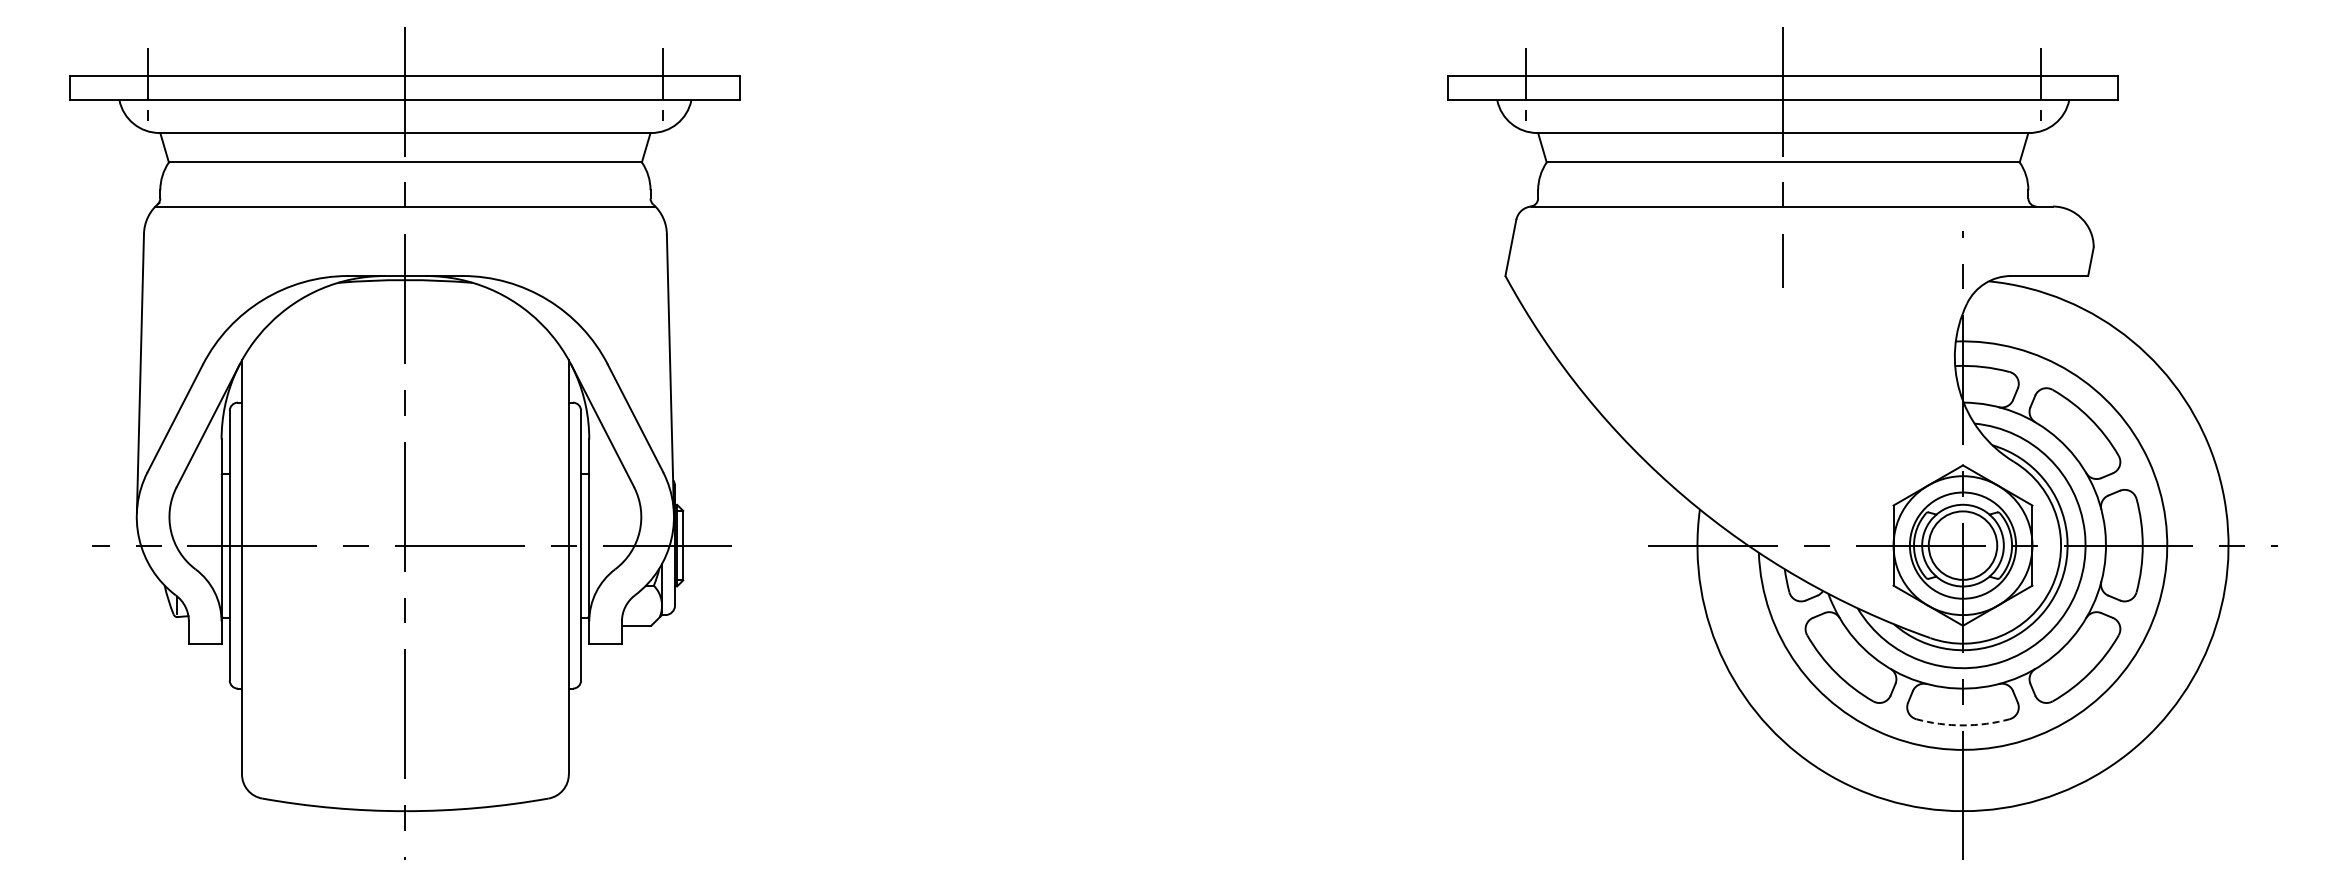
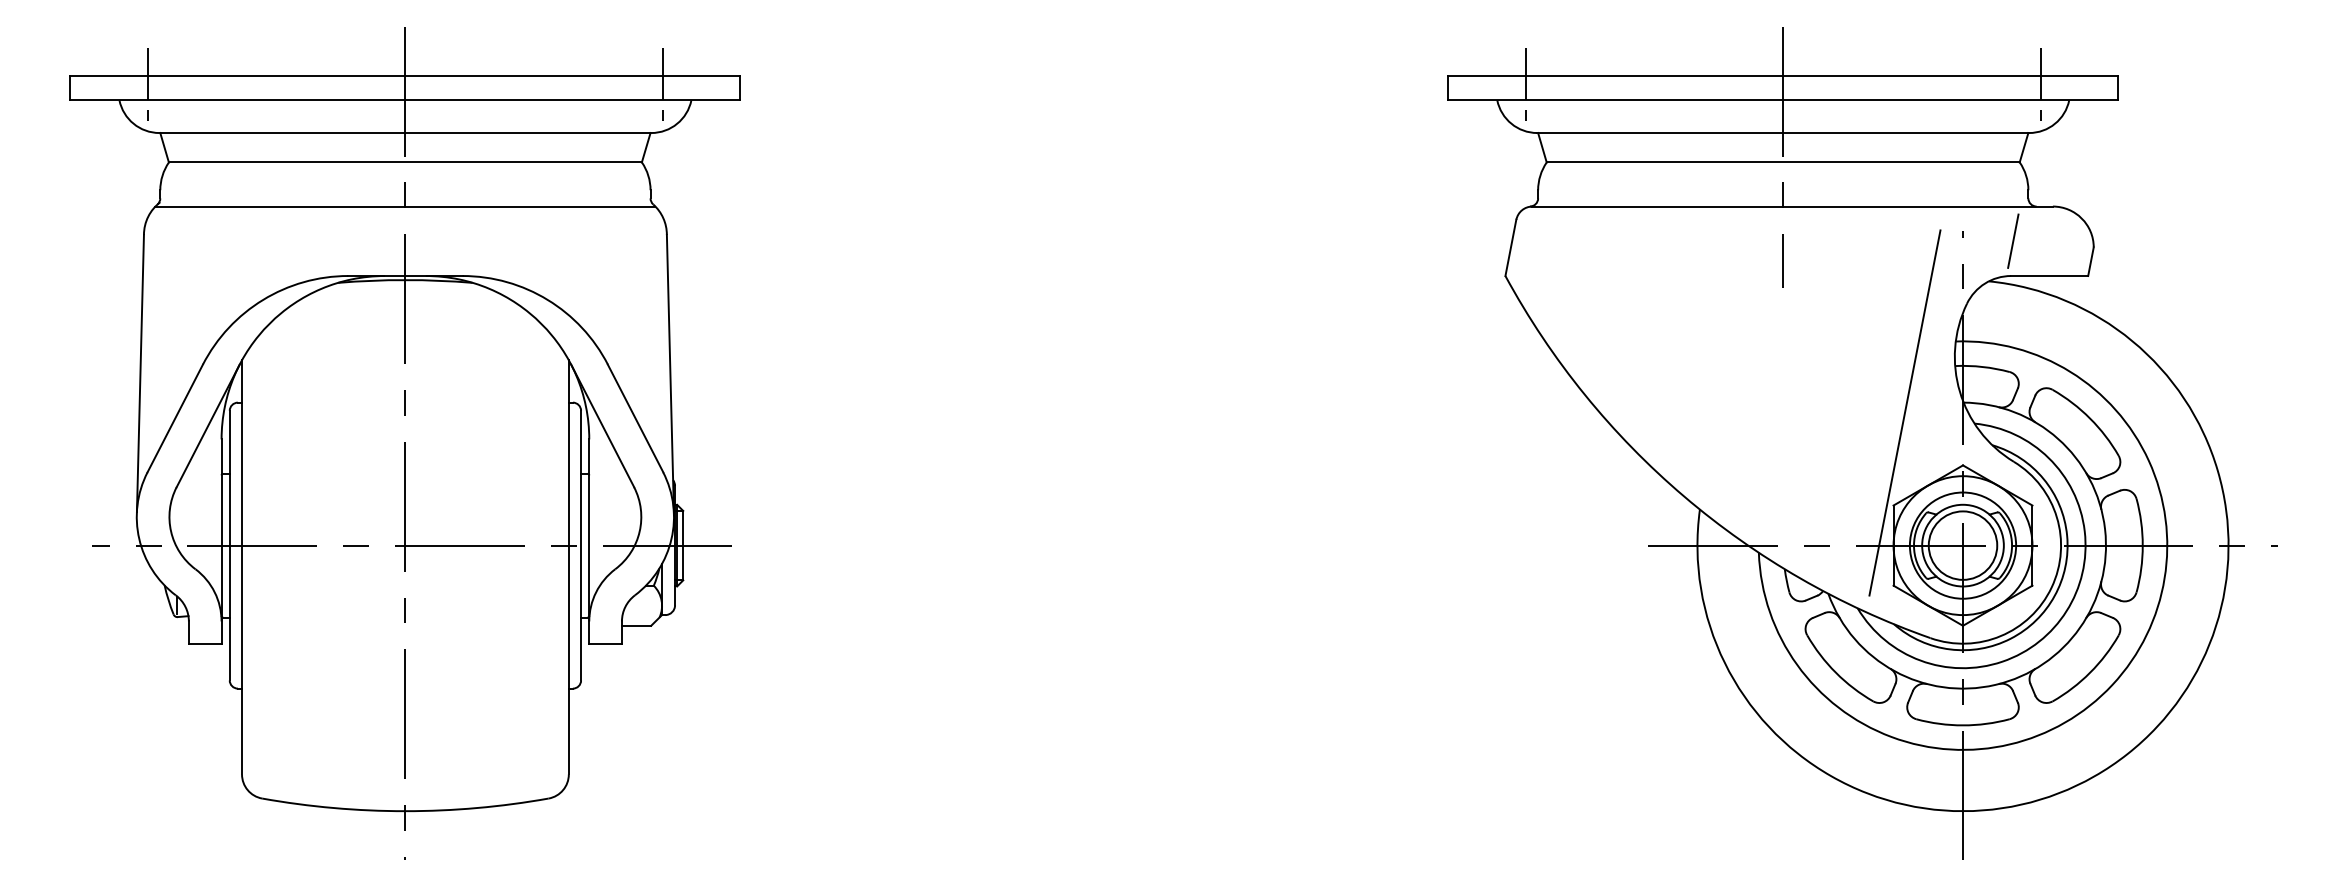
line at (2013, 240): none -> present
line at (1904, 412): none -> present
arc at (1963, 725): dashed -> solid
